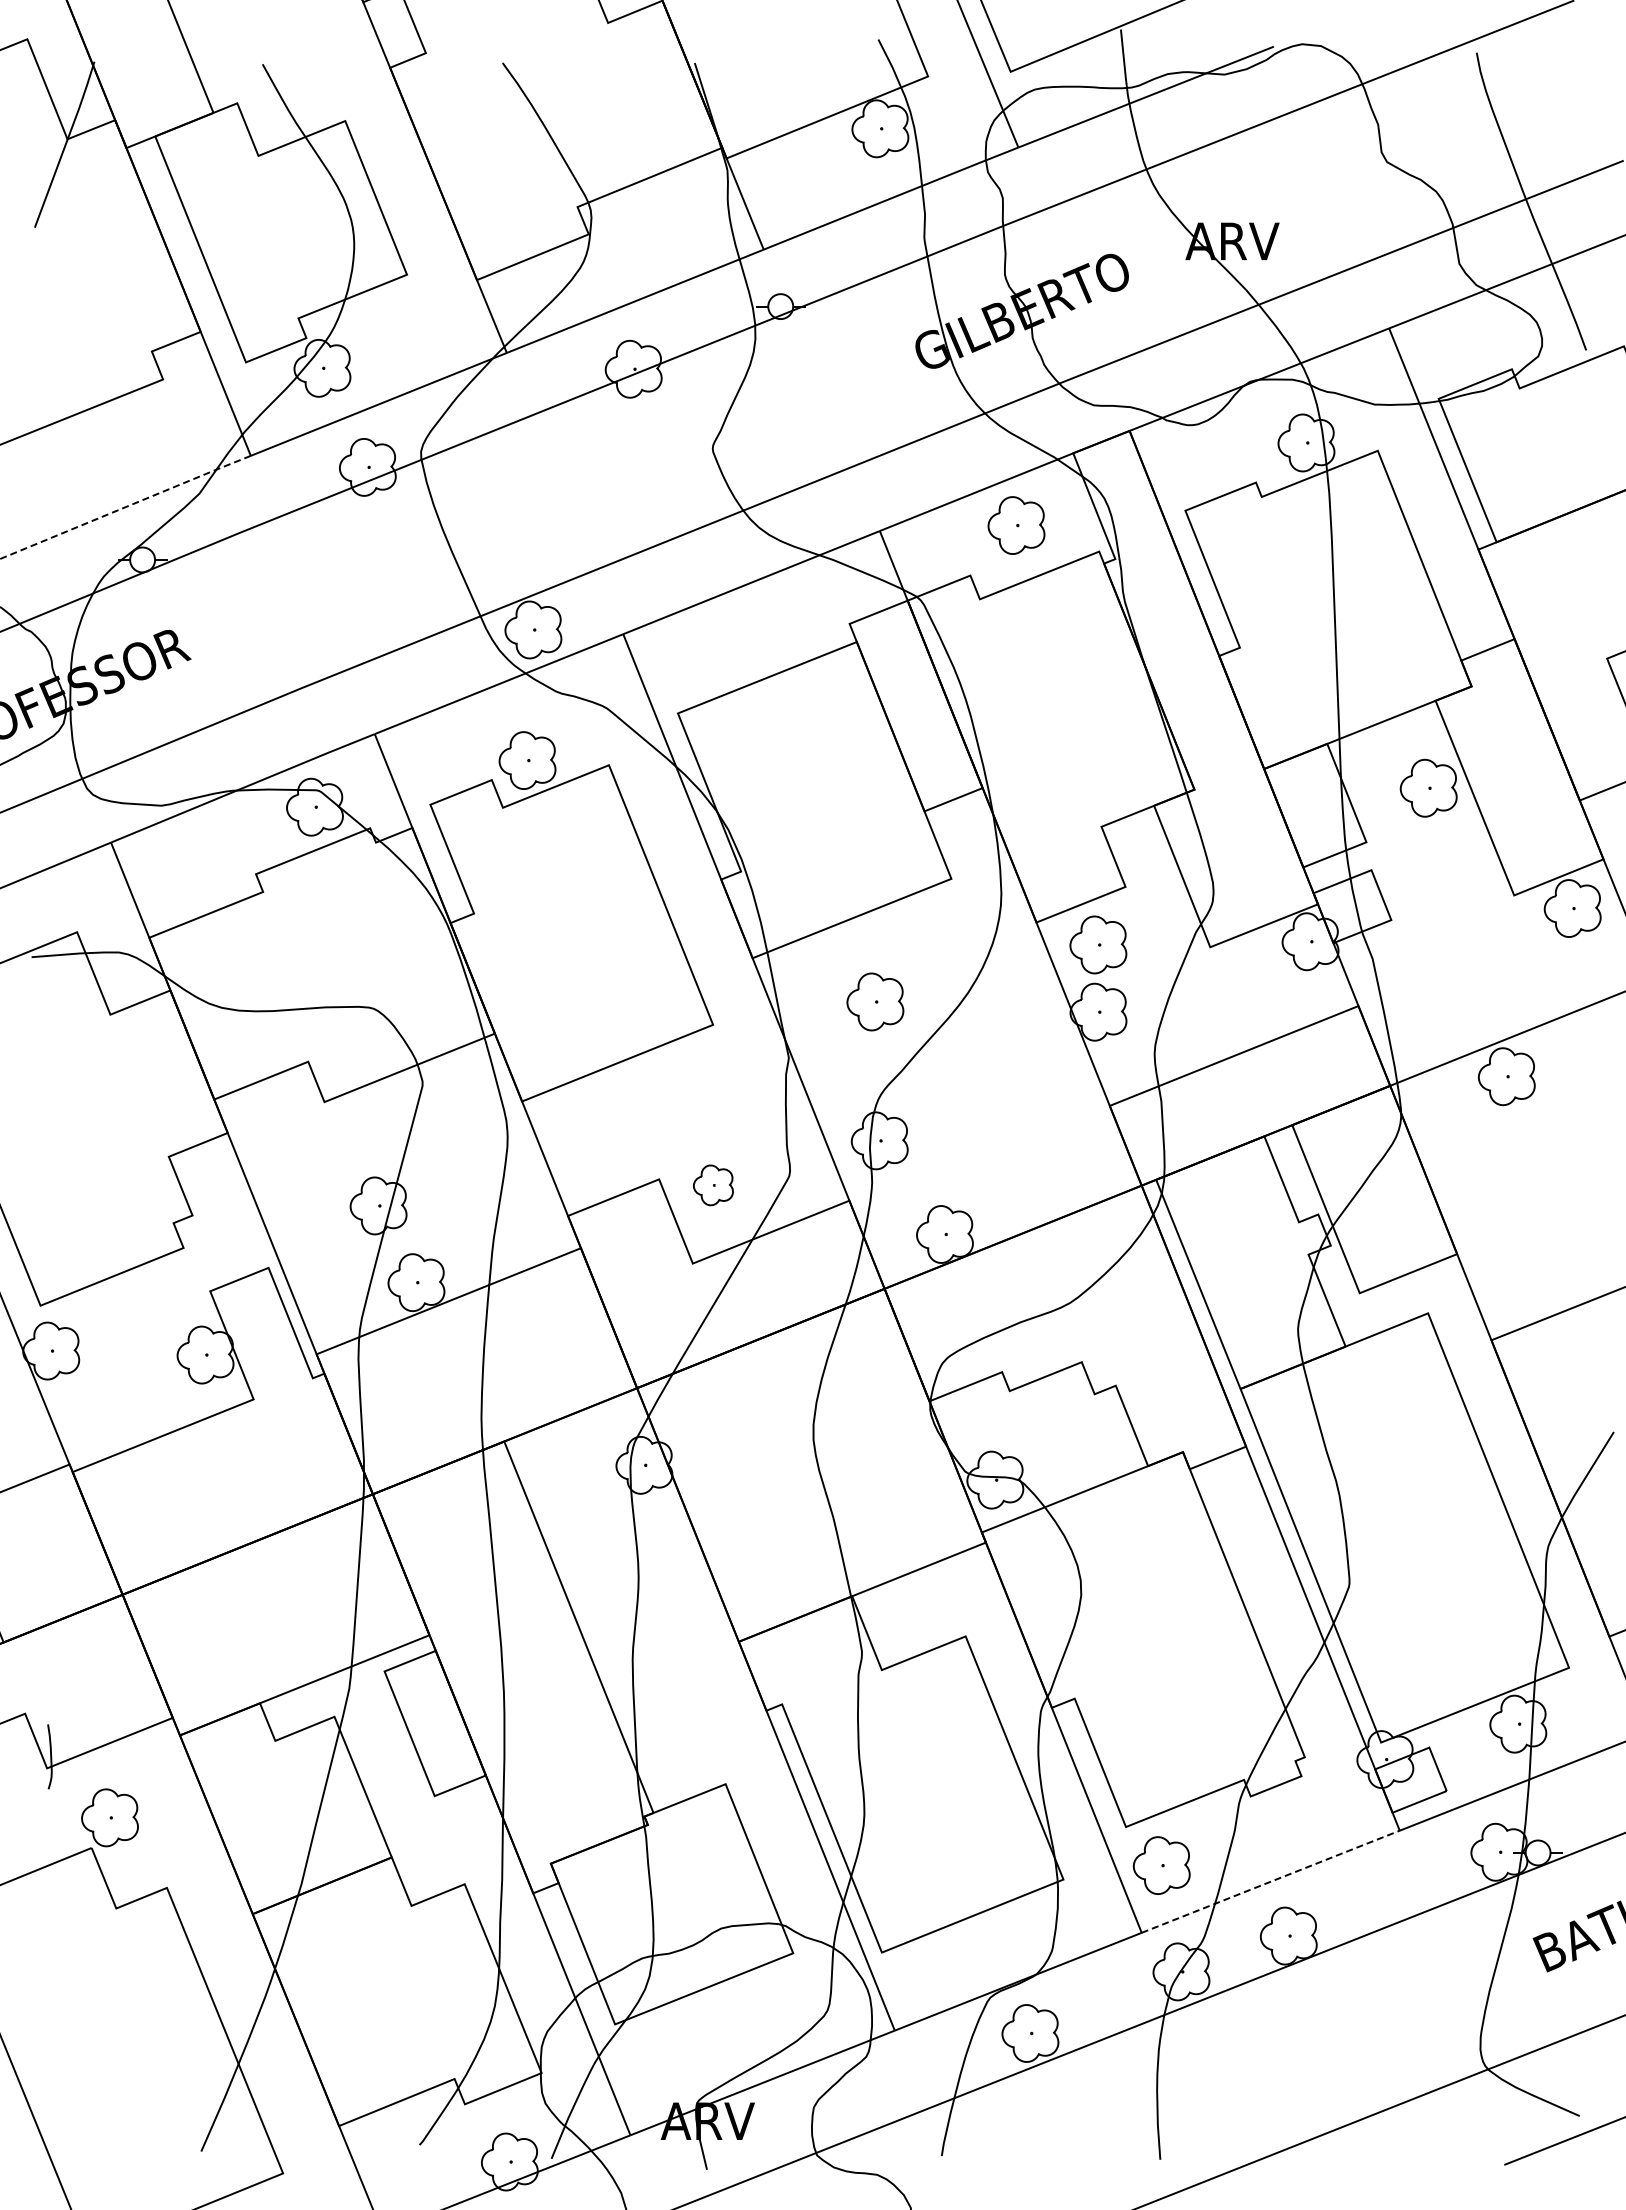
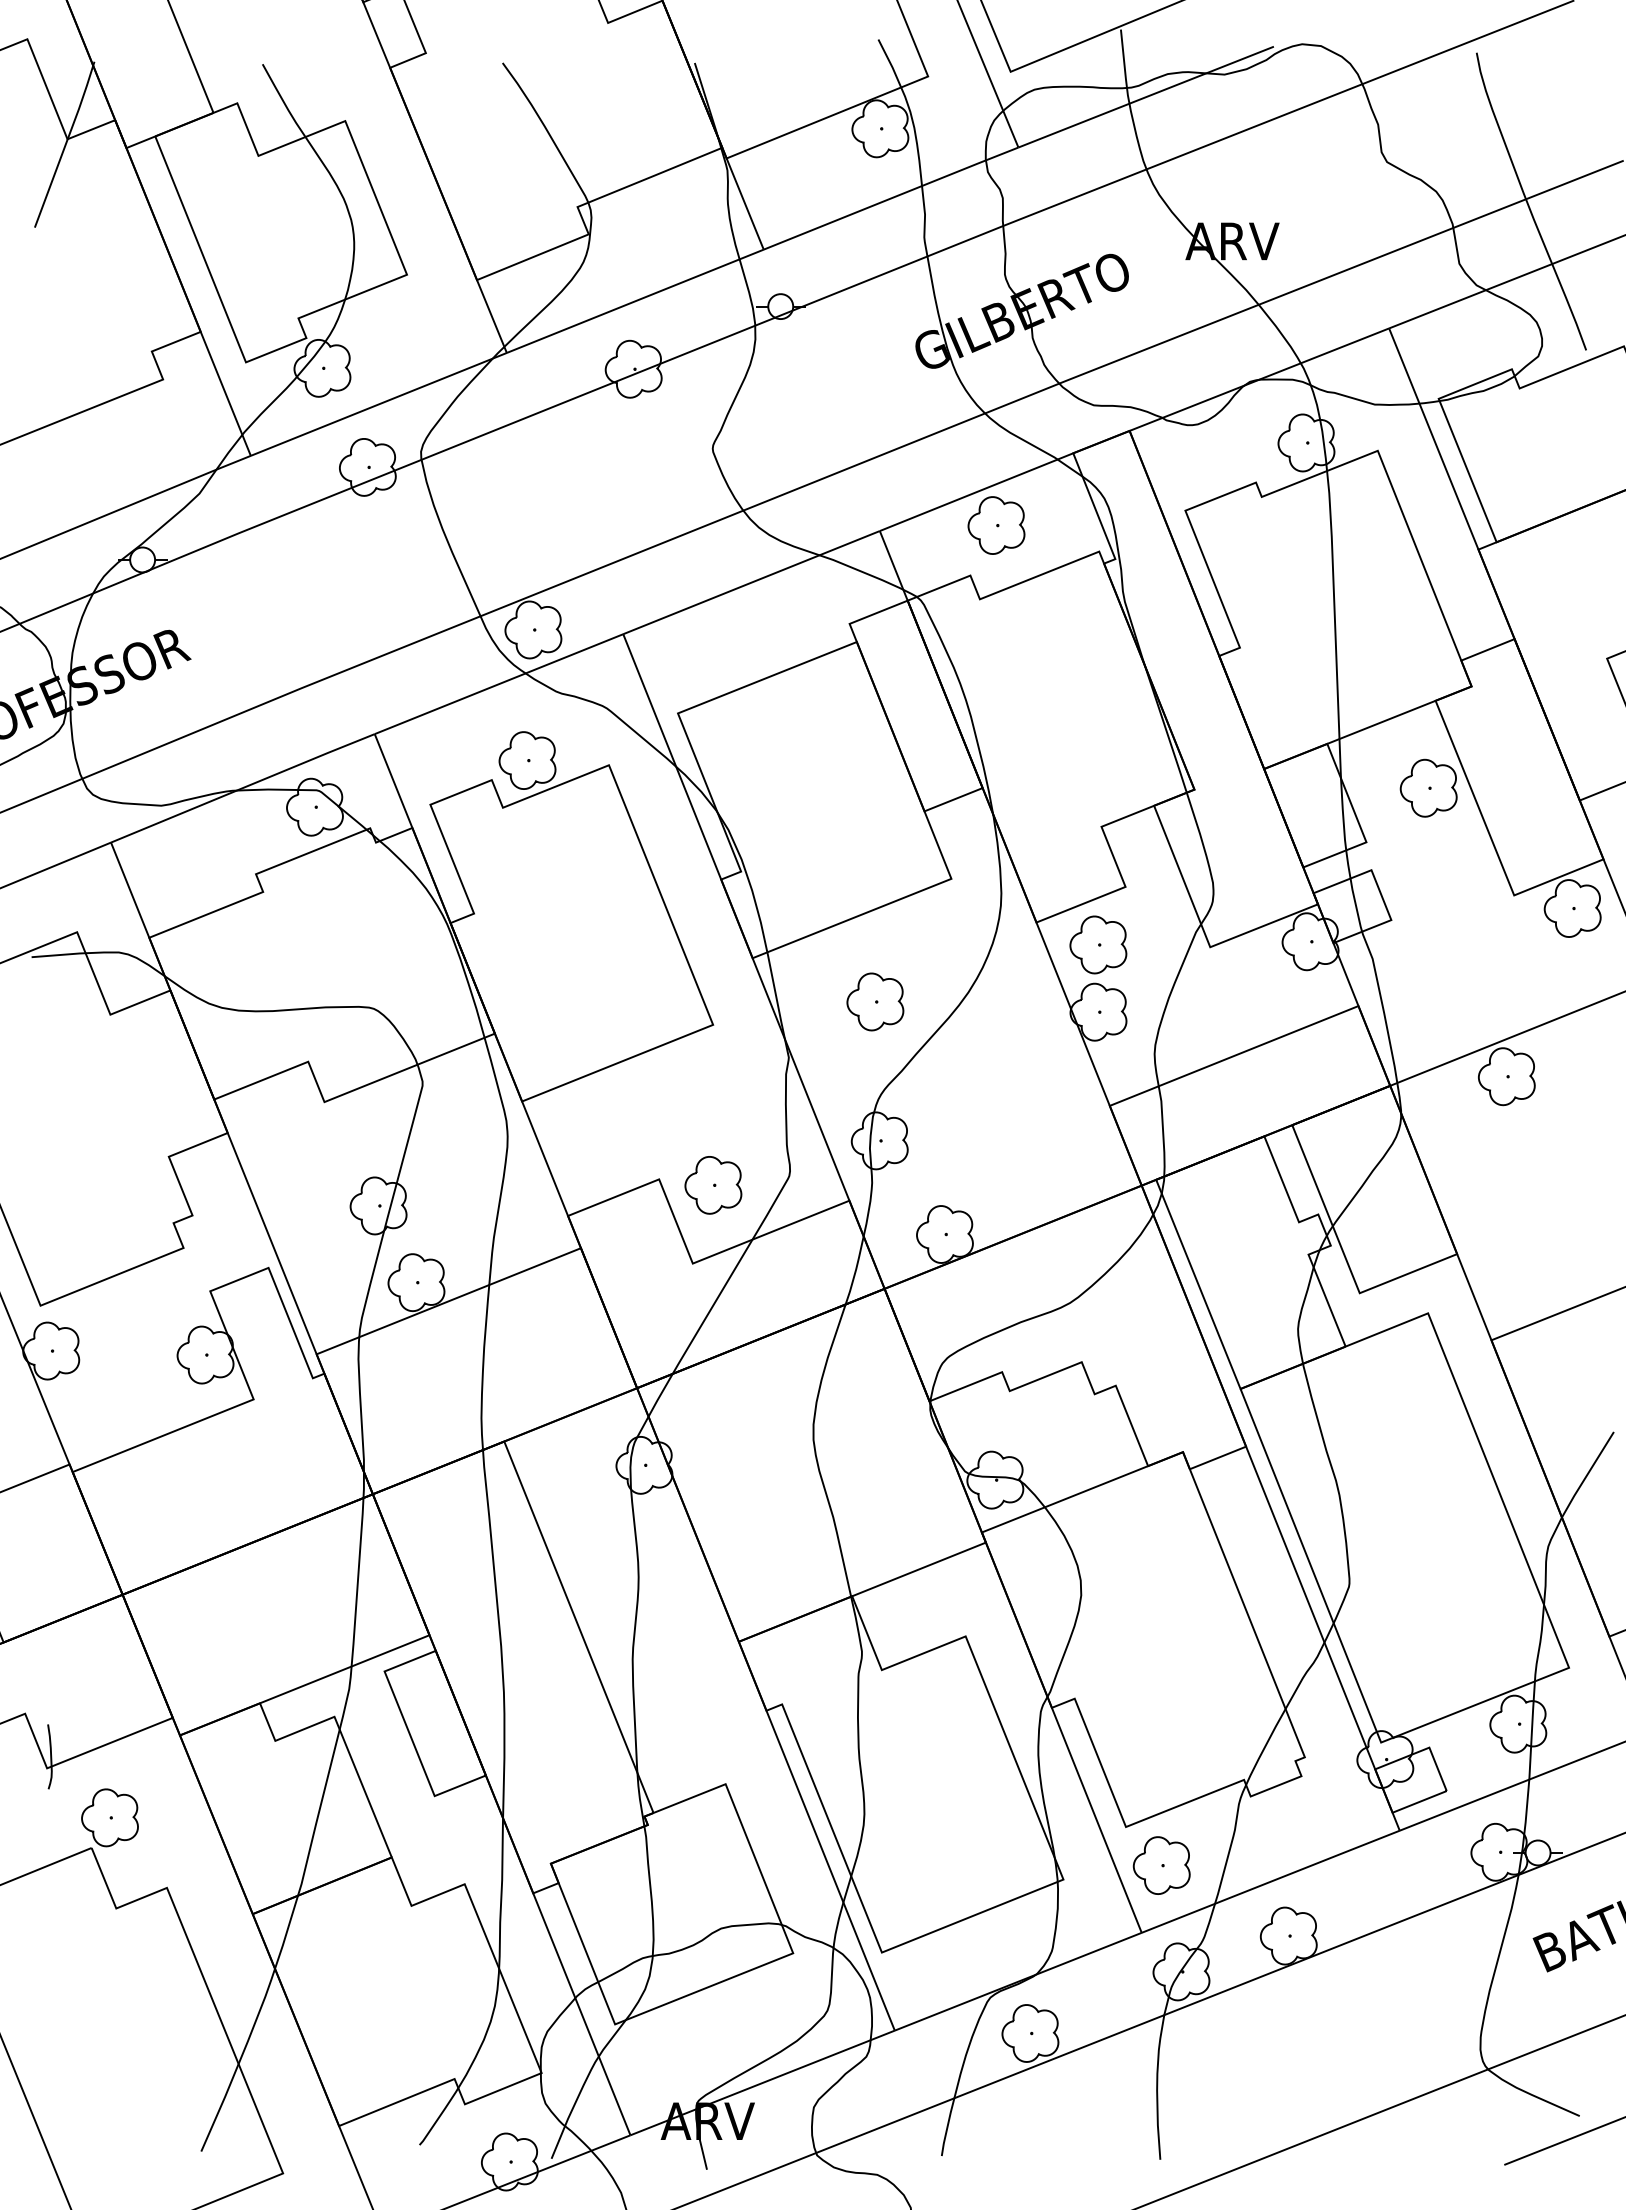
line at (126, 506): dashed -> solid
part at (1016, 525) position: (1016, 525) -> (996, 525)
part at (713, 1185) size: 41x43 px -> 59x59 px
line at (1271, 1881): dashed -> solid
